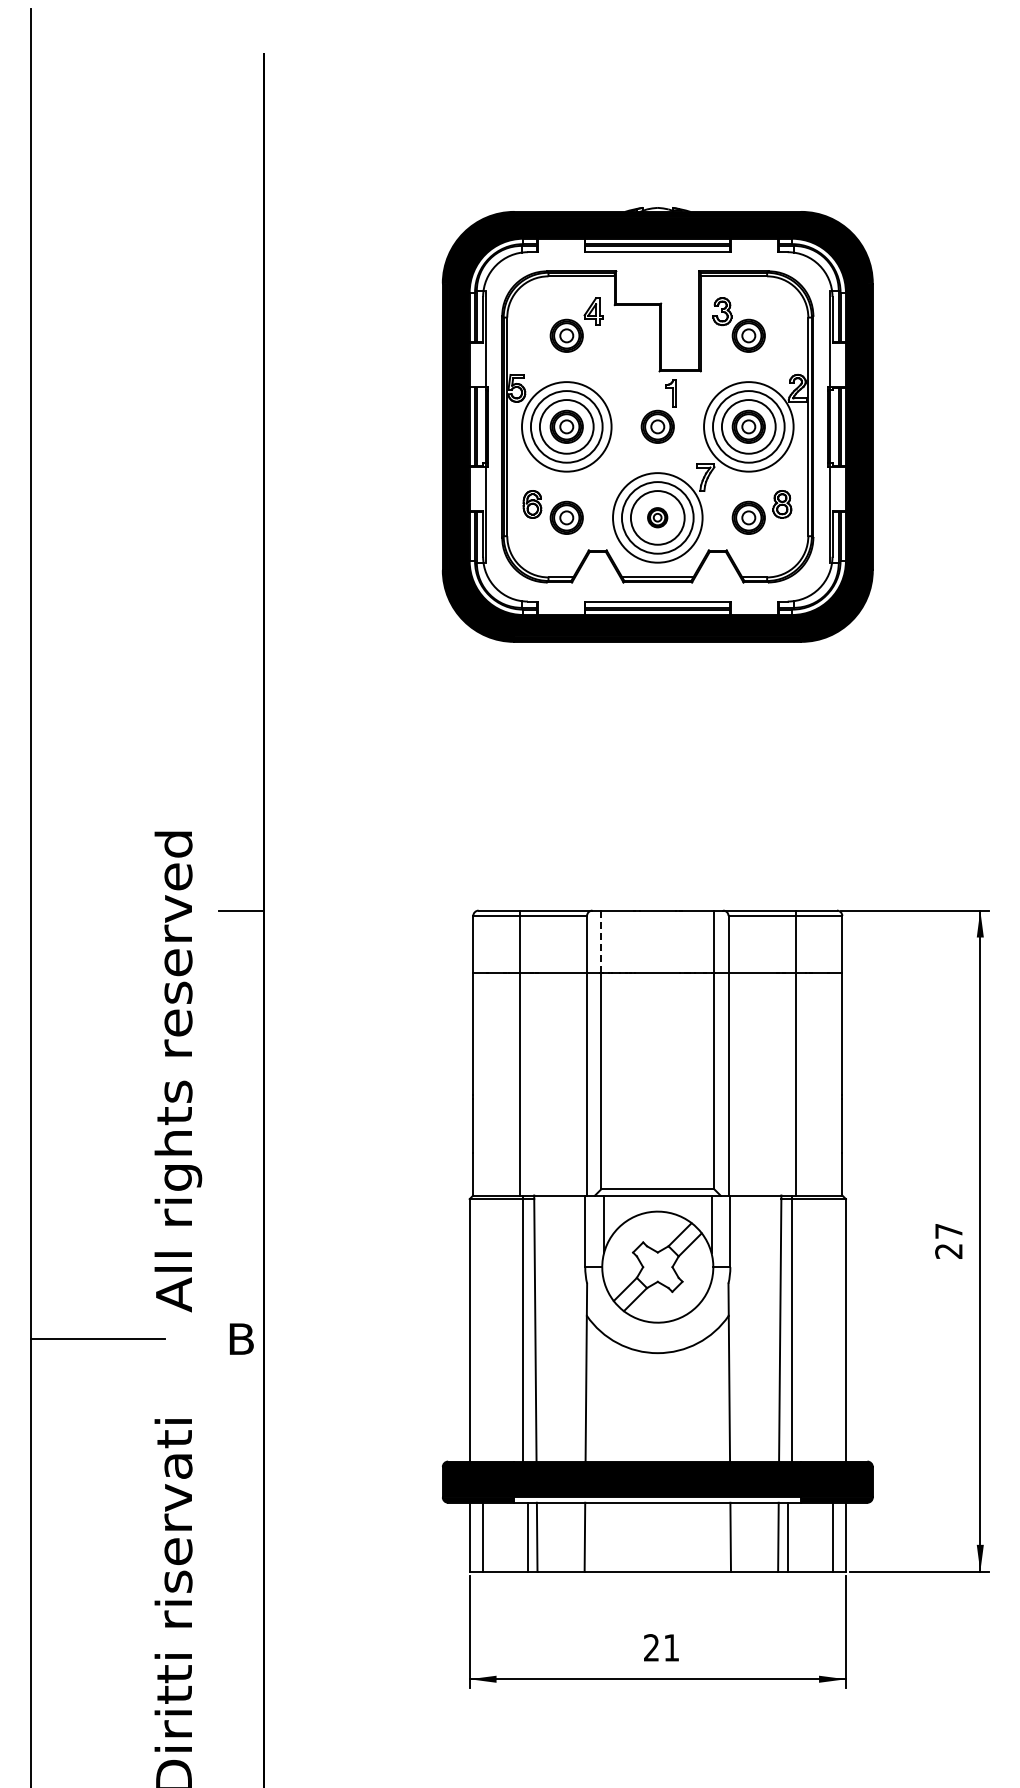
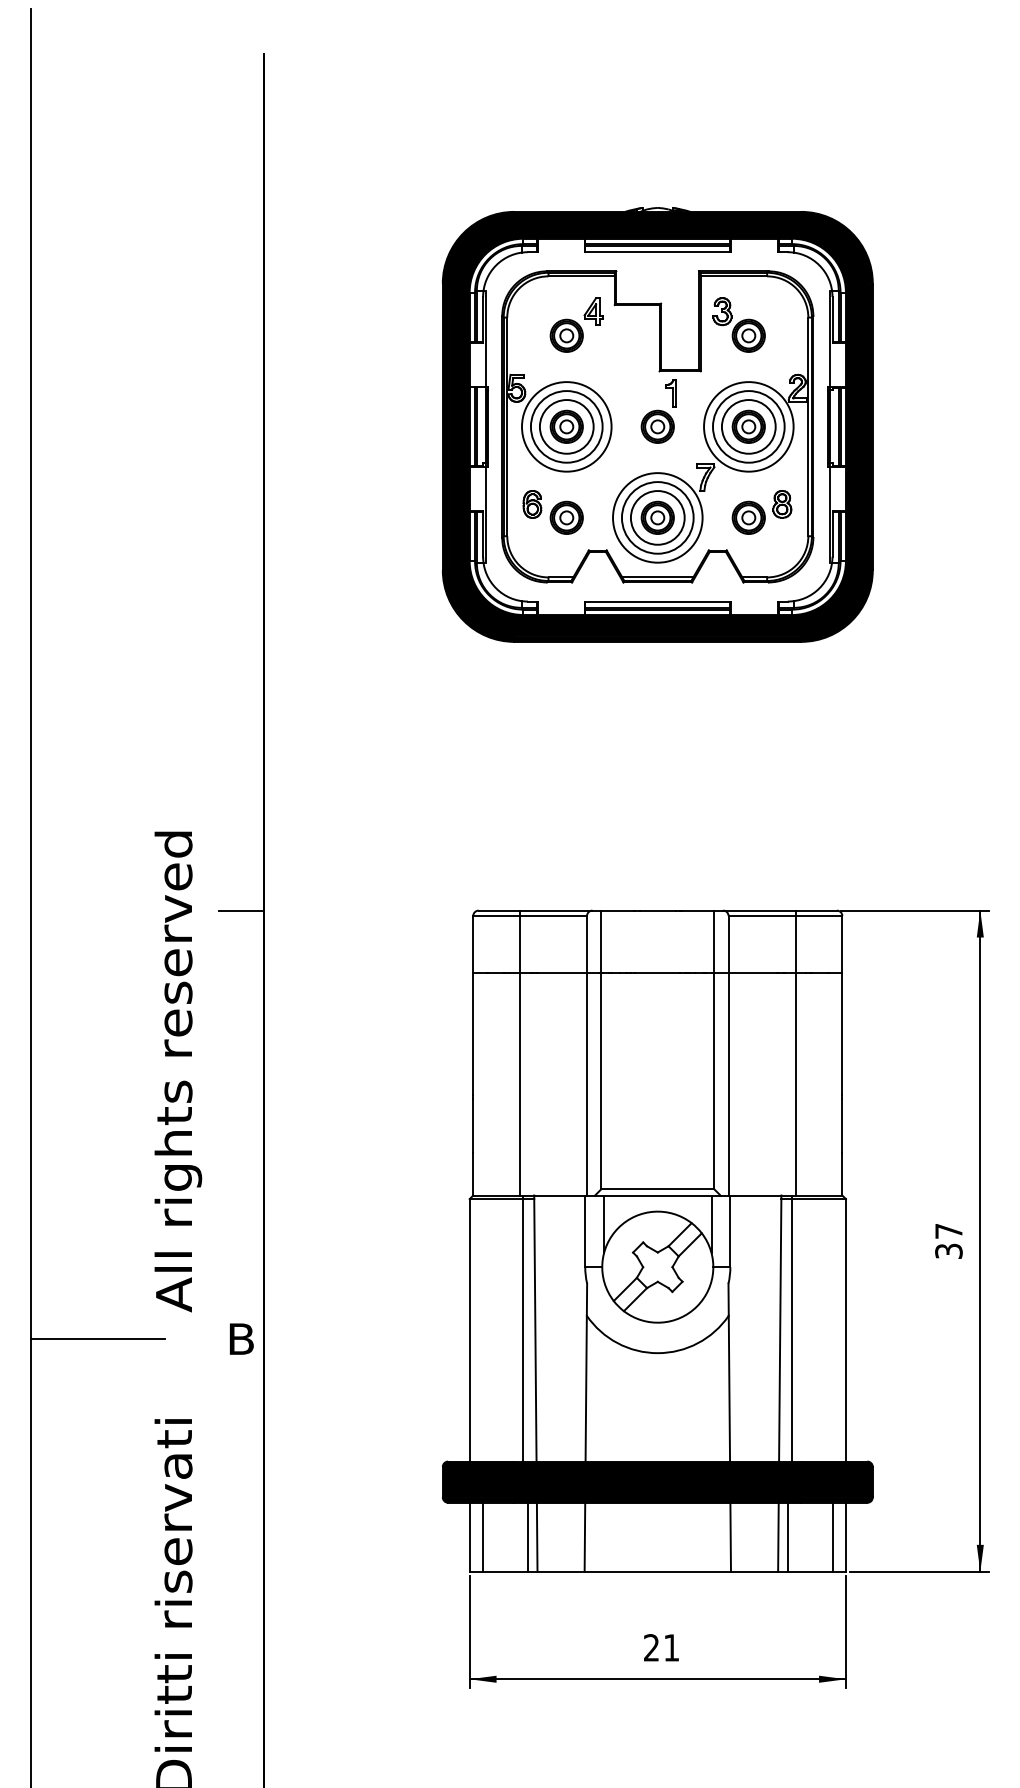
part at (657, 517) size: 22x22 px -> 35x35 px
line at (601, 941): dashed -> solid
text at (948, 1250): 27 -> 37
fill at (657, 1499): none -> present
